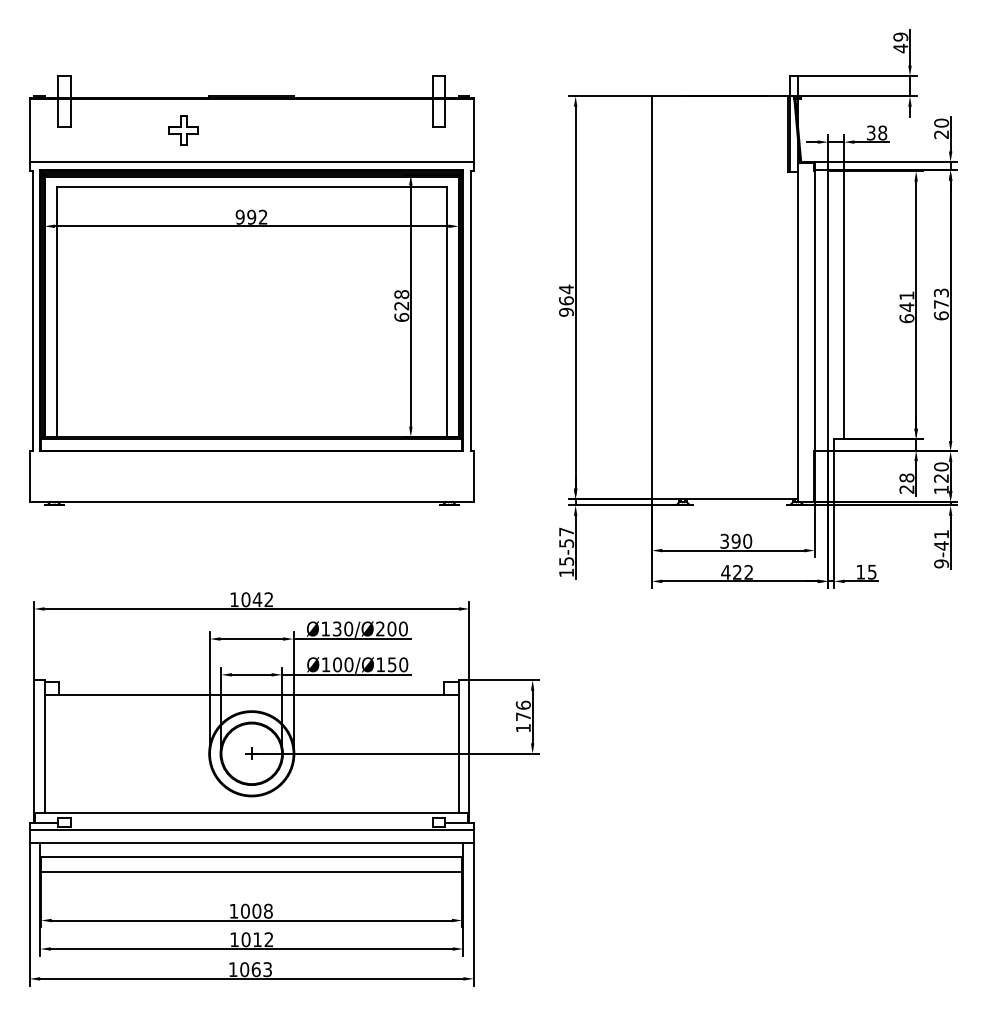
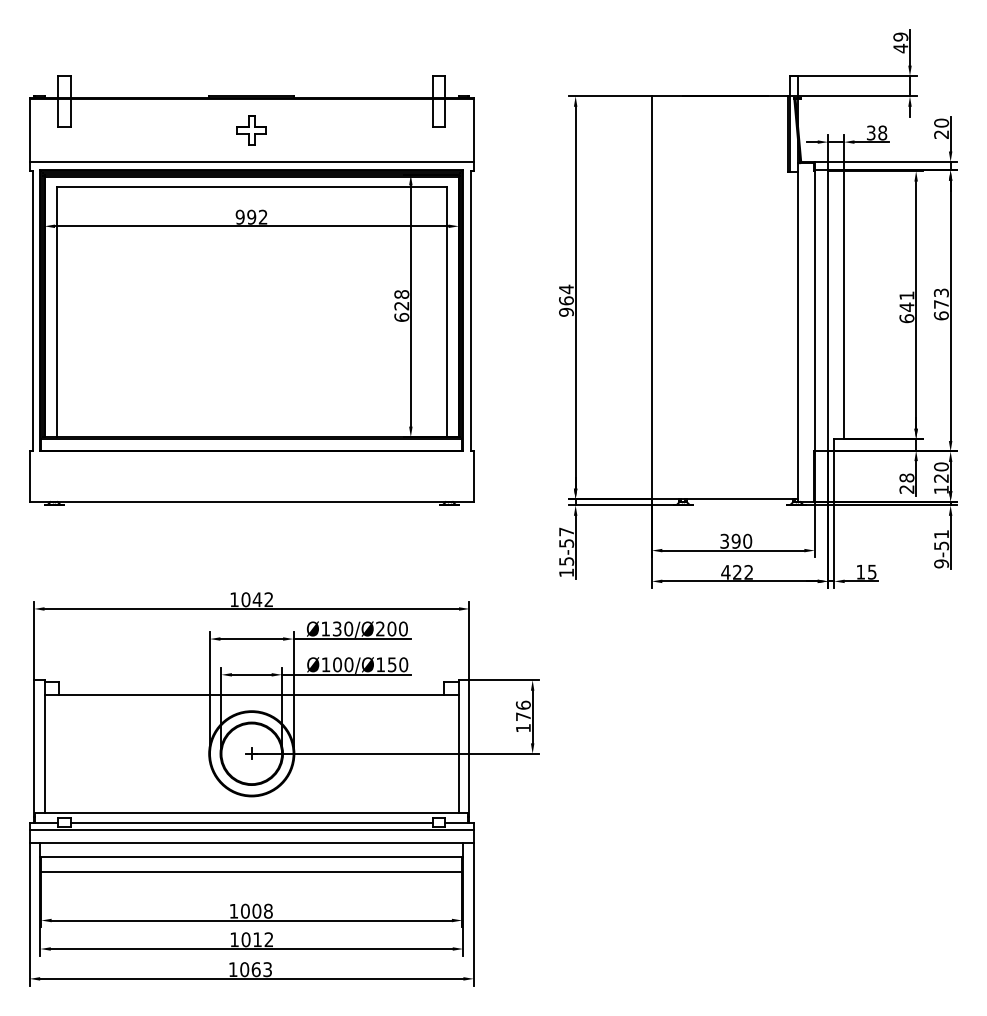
part at (183, 130) position: (183, 130) -> (251, 130)
text at (941, 545): 9-41 -> 9-51
line at (251, 822): none -> present
